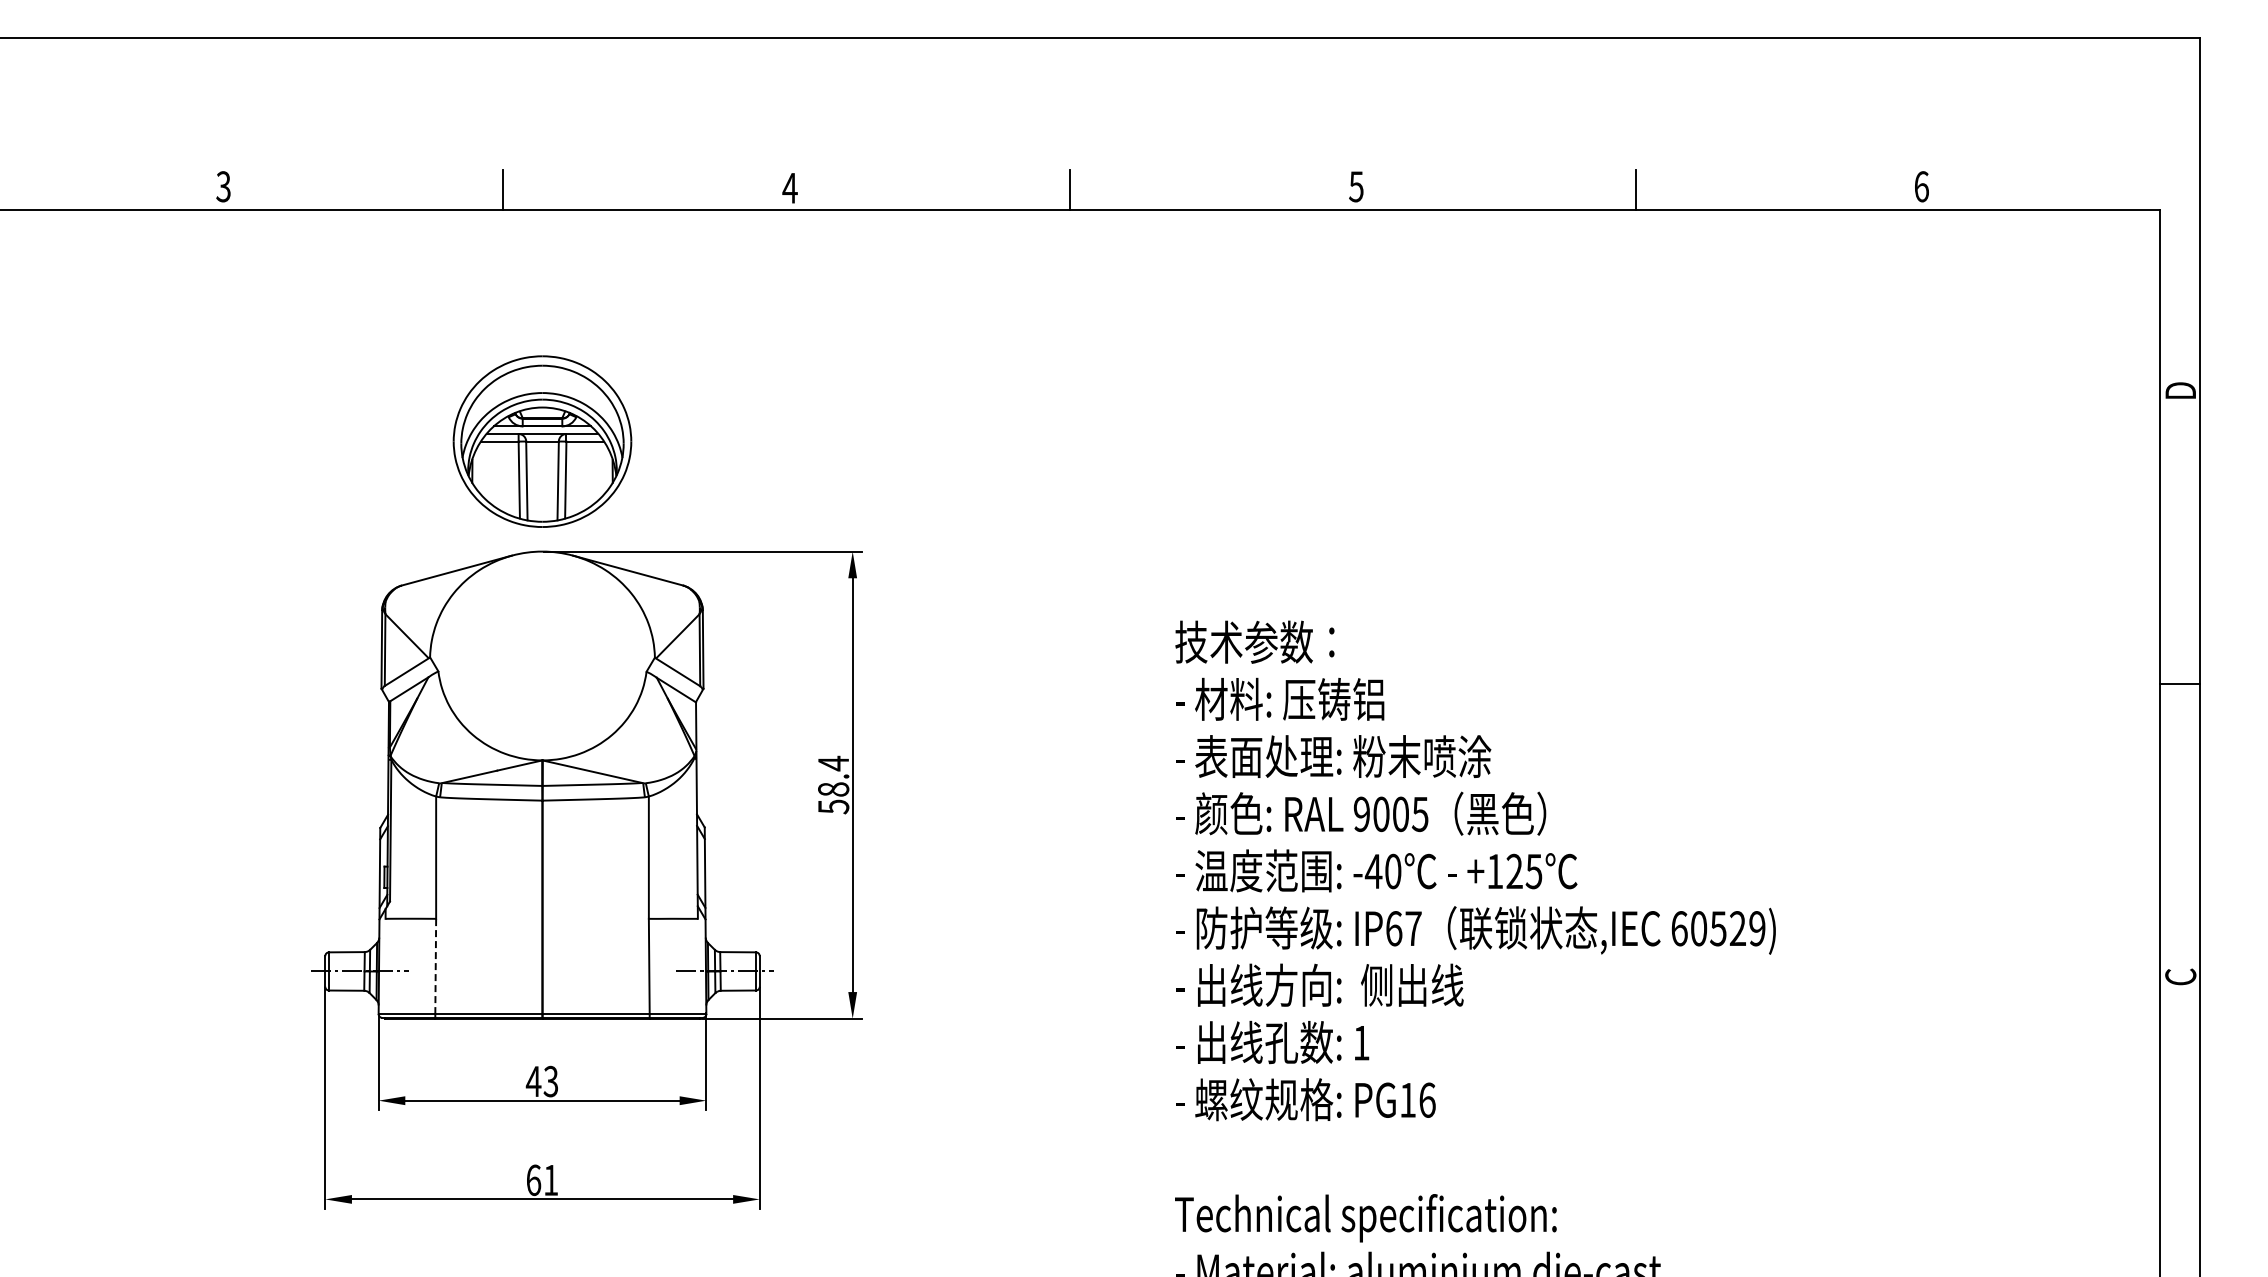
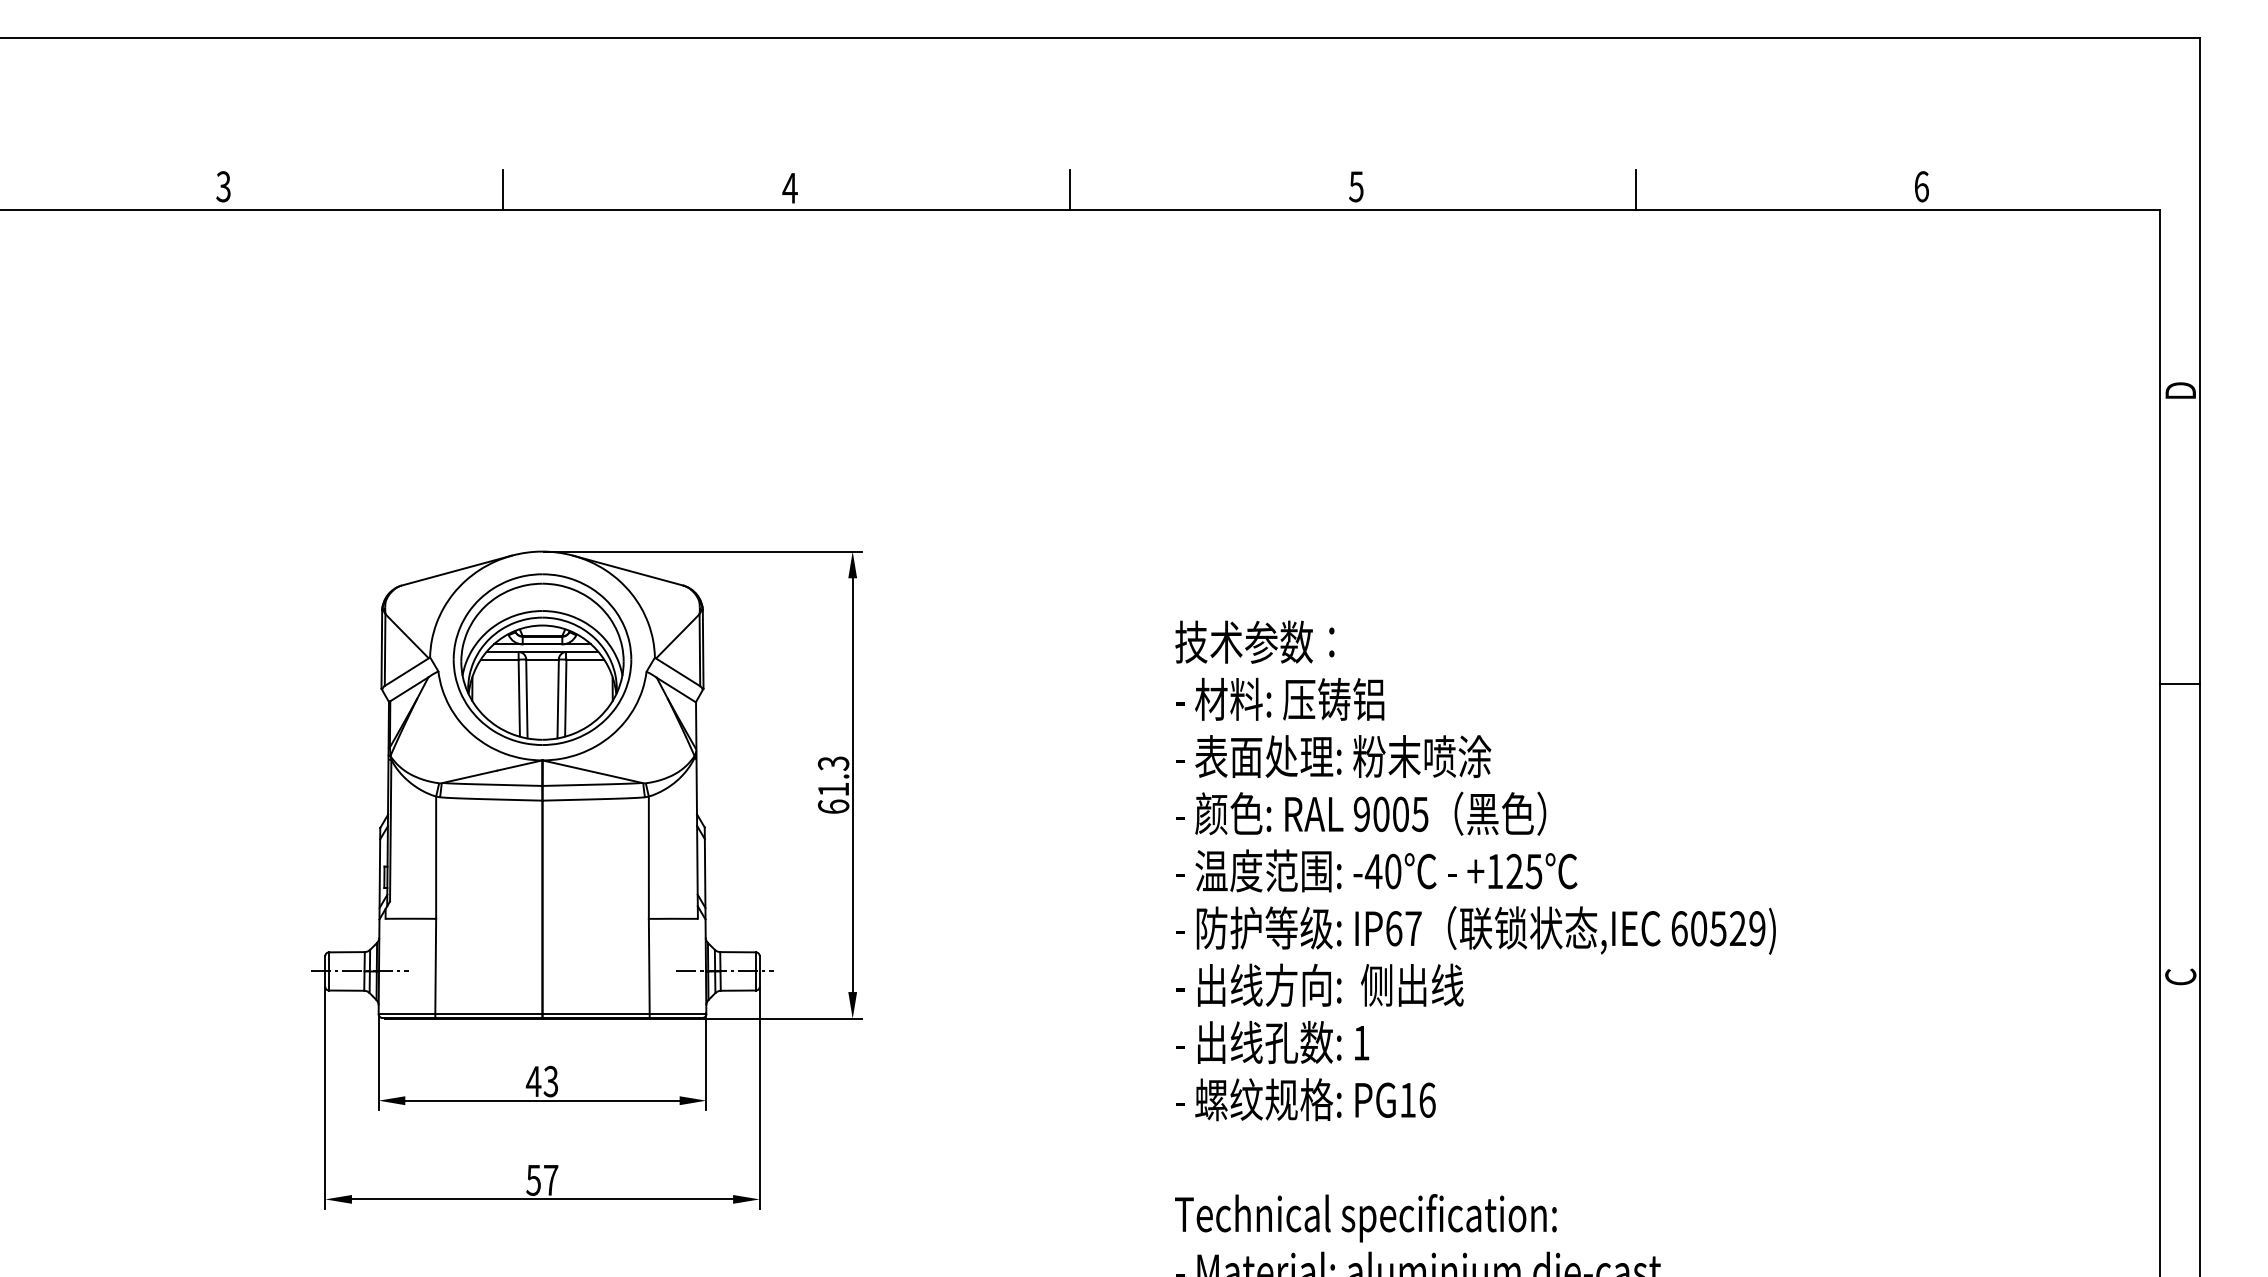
part at (542, 441) position: (542, 441) -> (542, 659)
text at (833, 784): 58.4 -> 61.3
line at (435, 966): dashed -> solid
text at (542, 1179): 61 -> 57
